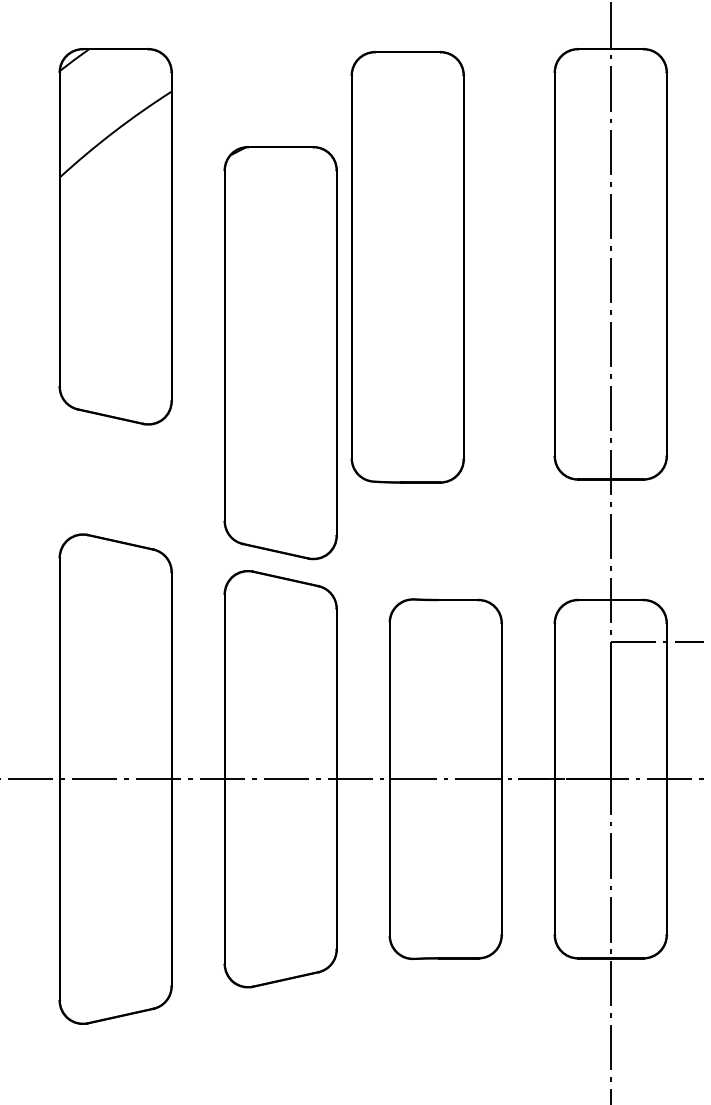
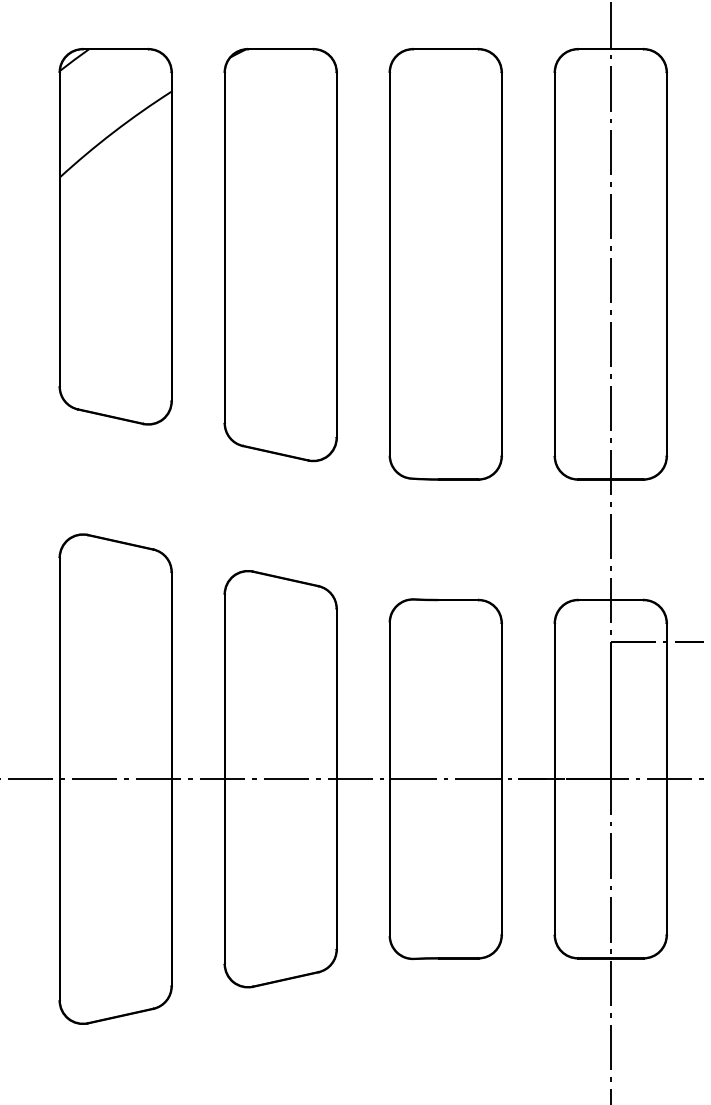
part at (407, 266) position: (407, 266) -> (445, 263)
part at (280, 352) position: (280, 352) -> (280, 254)
